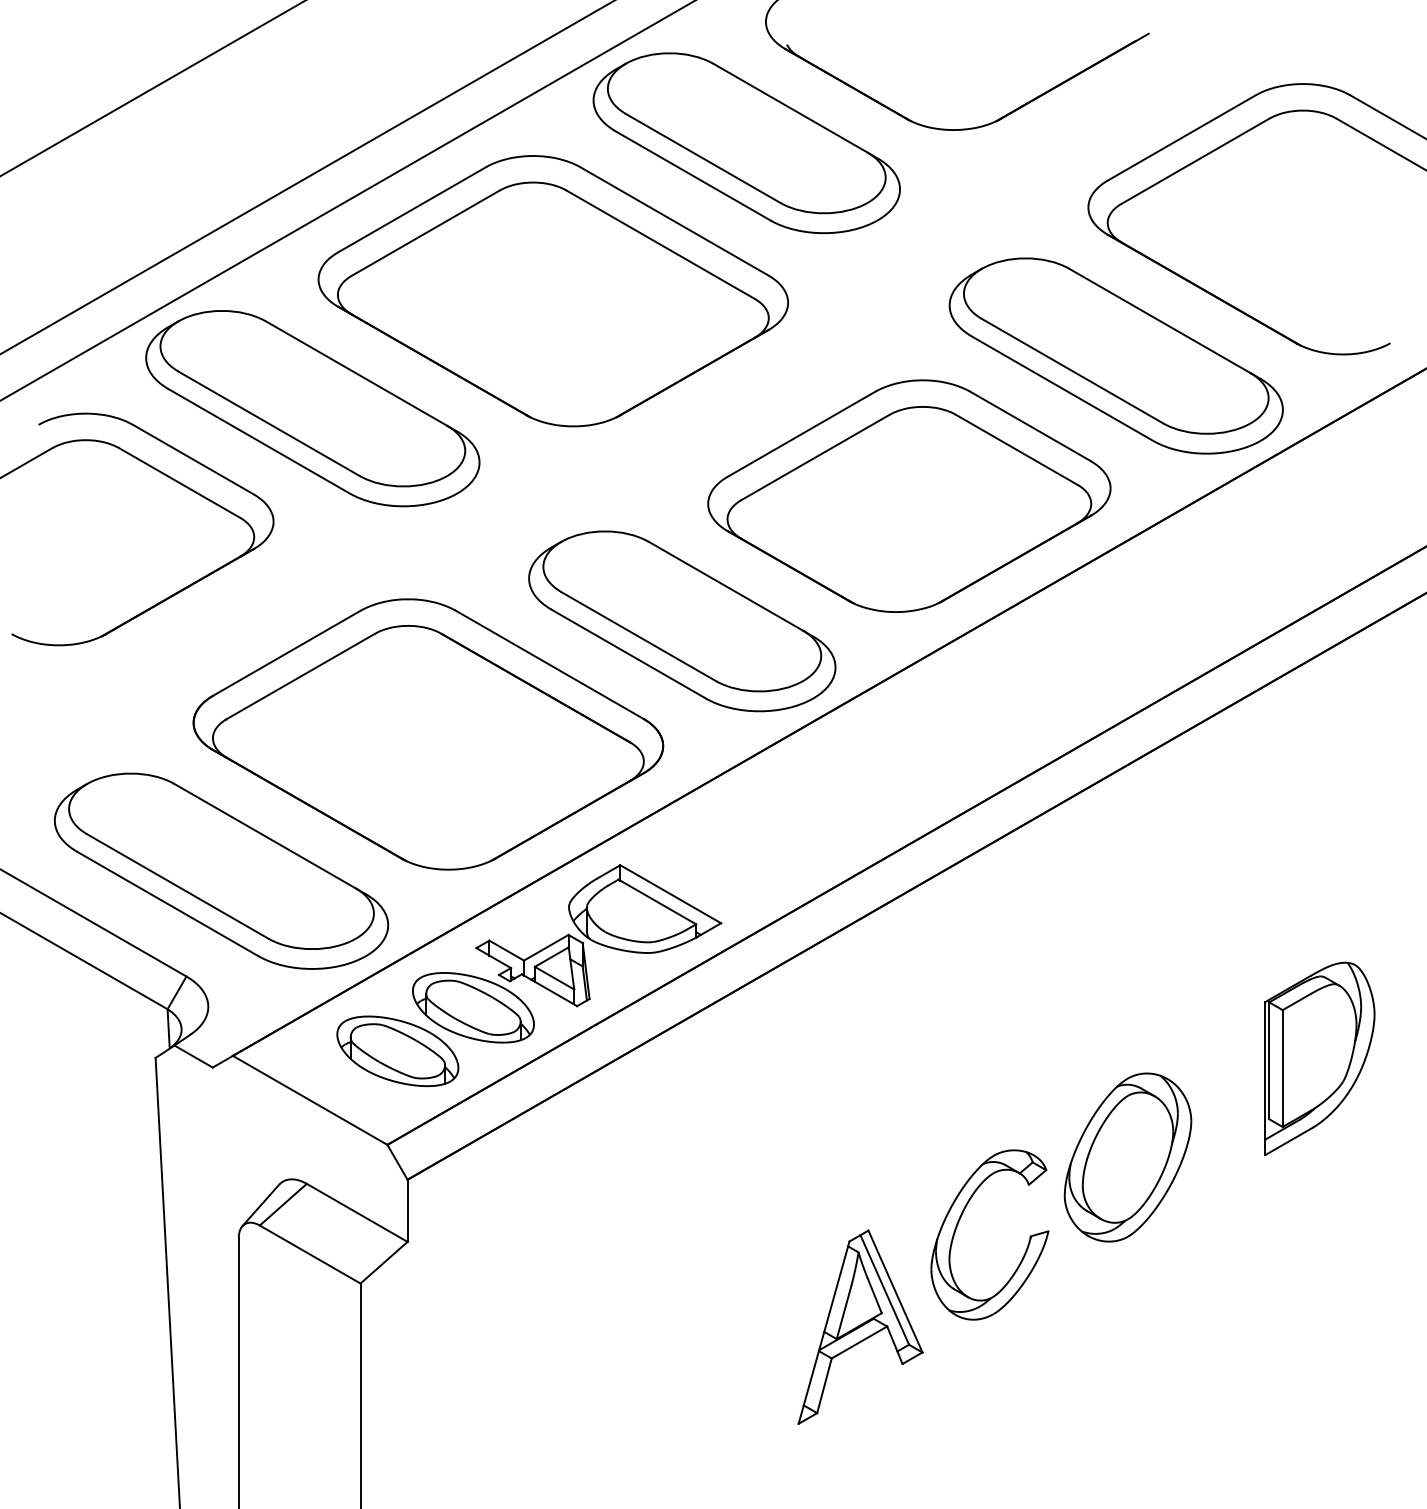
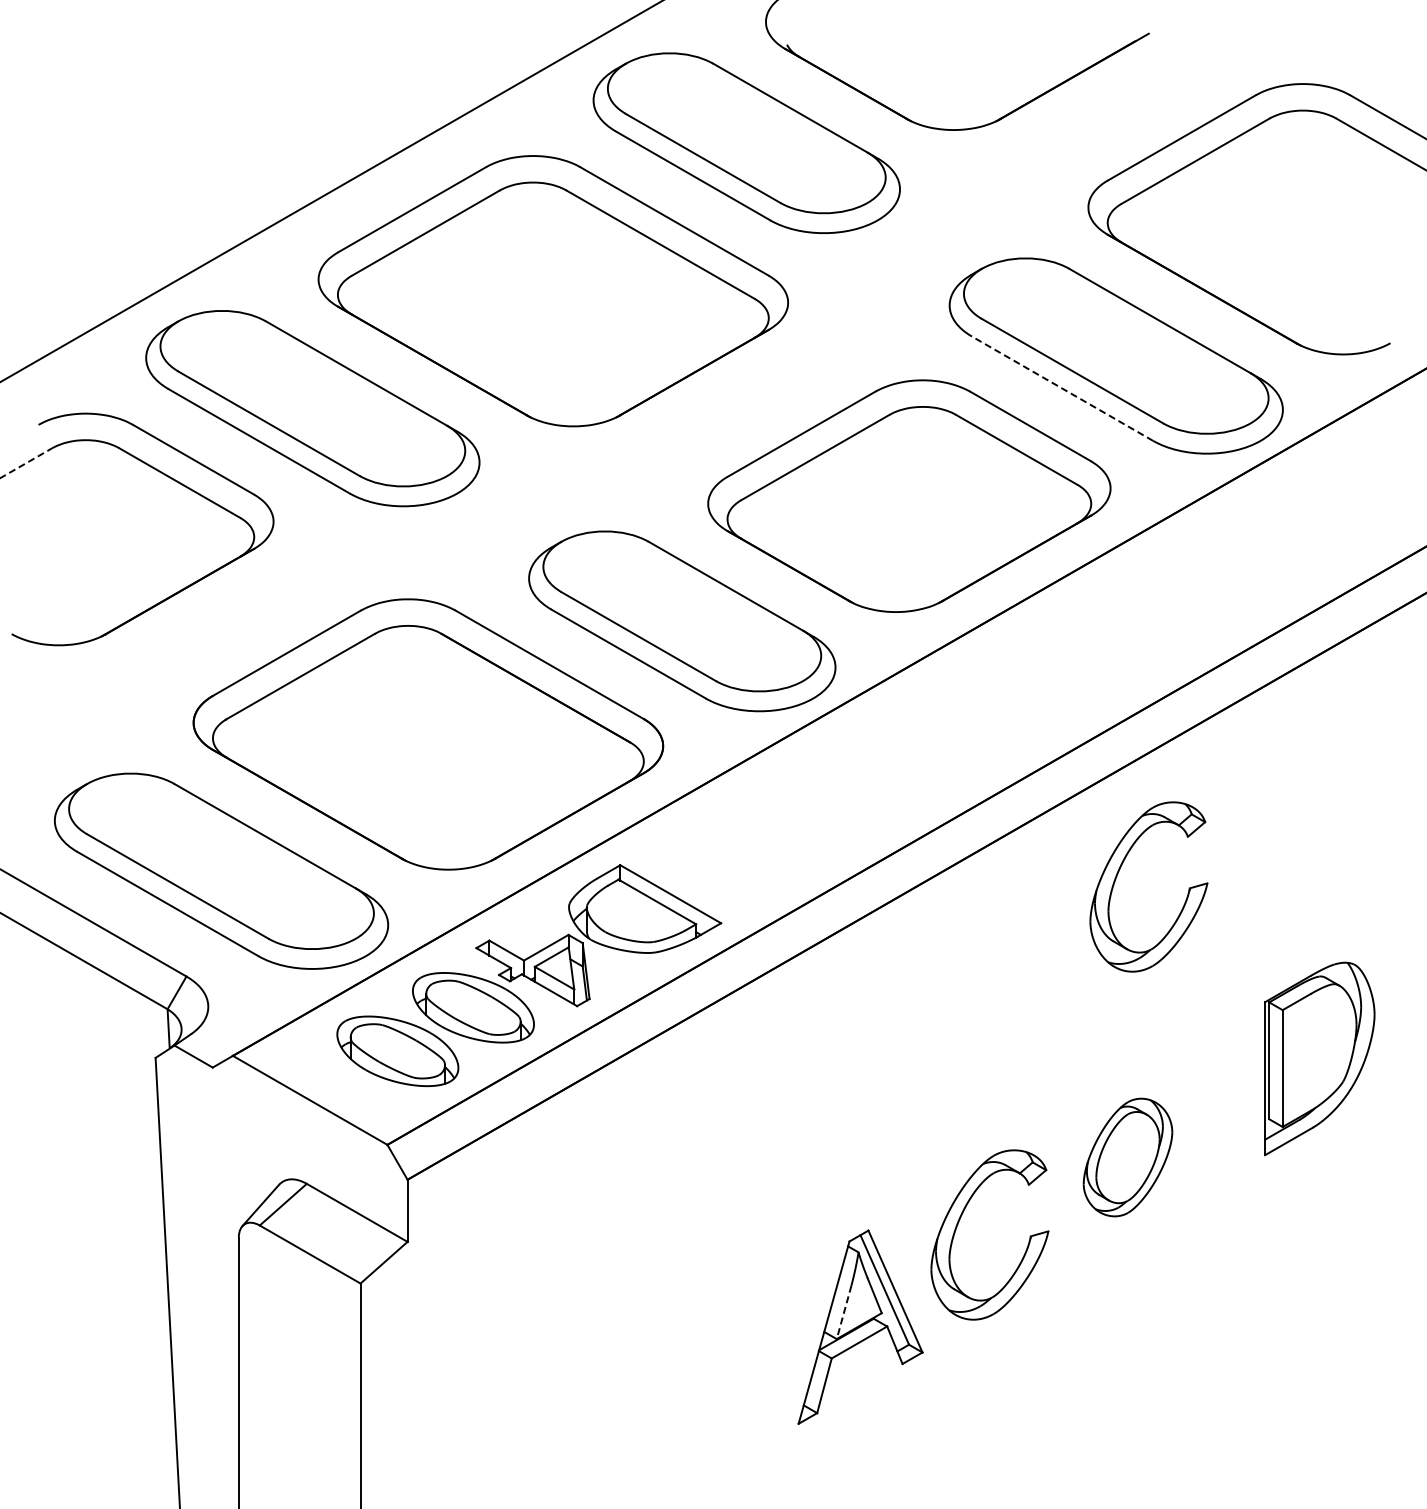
line at (152, 88): present -> none
line at (306, 177): present -> none
line at (347, 200) position: (347, 200) -> (331, 191)
line at (1062, 388): solid -> dashed
line at (26, 463): solid -> dashed
part at (1118, 874): none -> present
part at (1127, 1157) size: 130x171 px -> 92x121 px
line at (844, 1312): solid -> dashed
